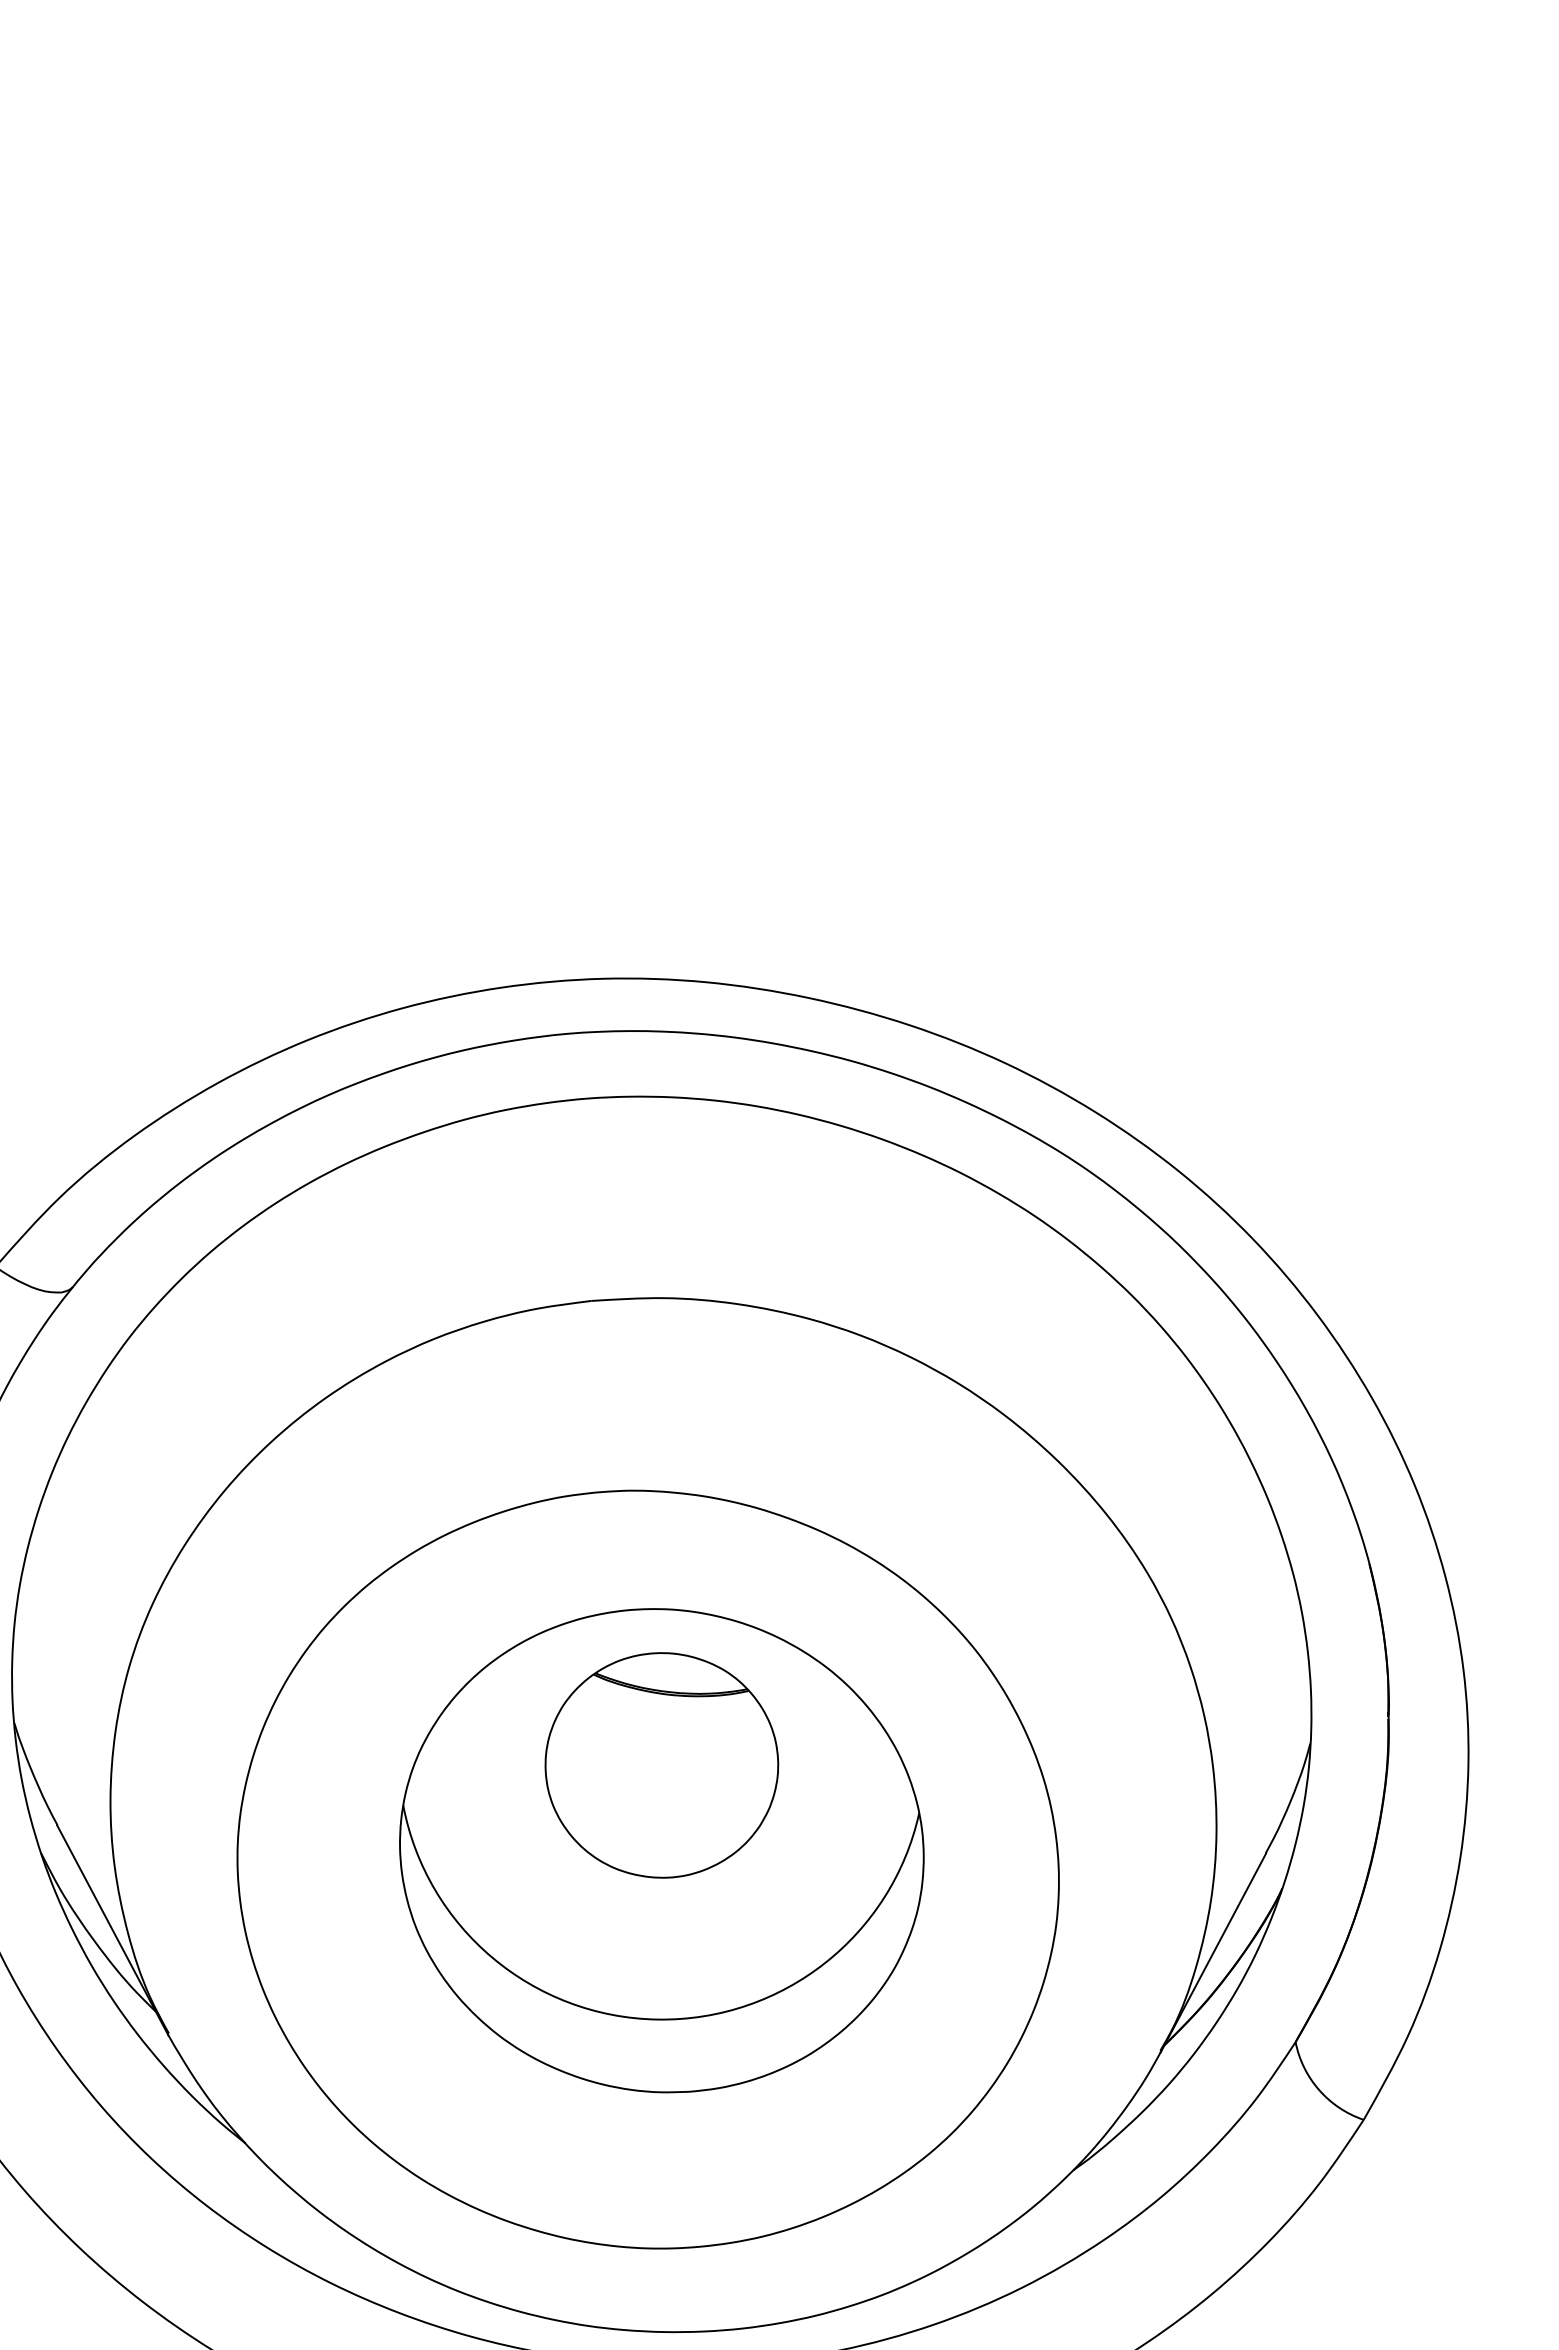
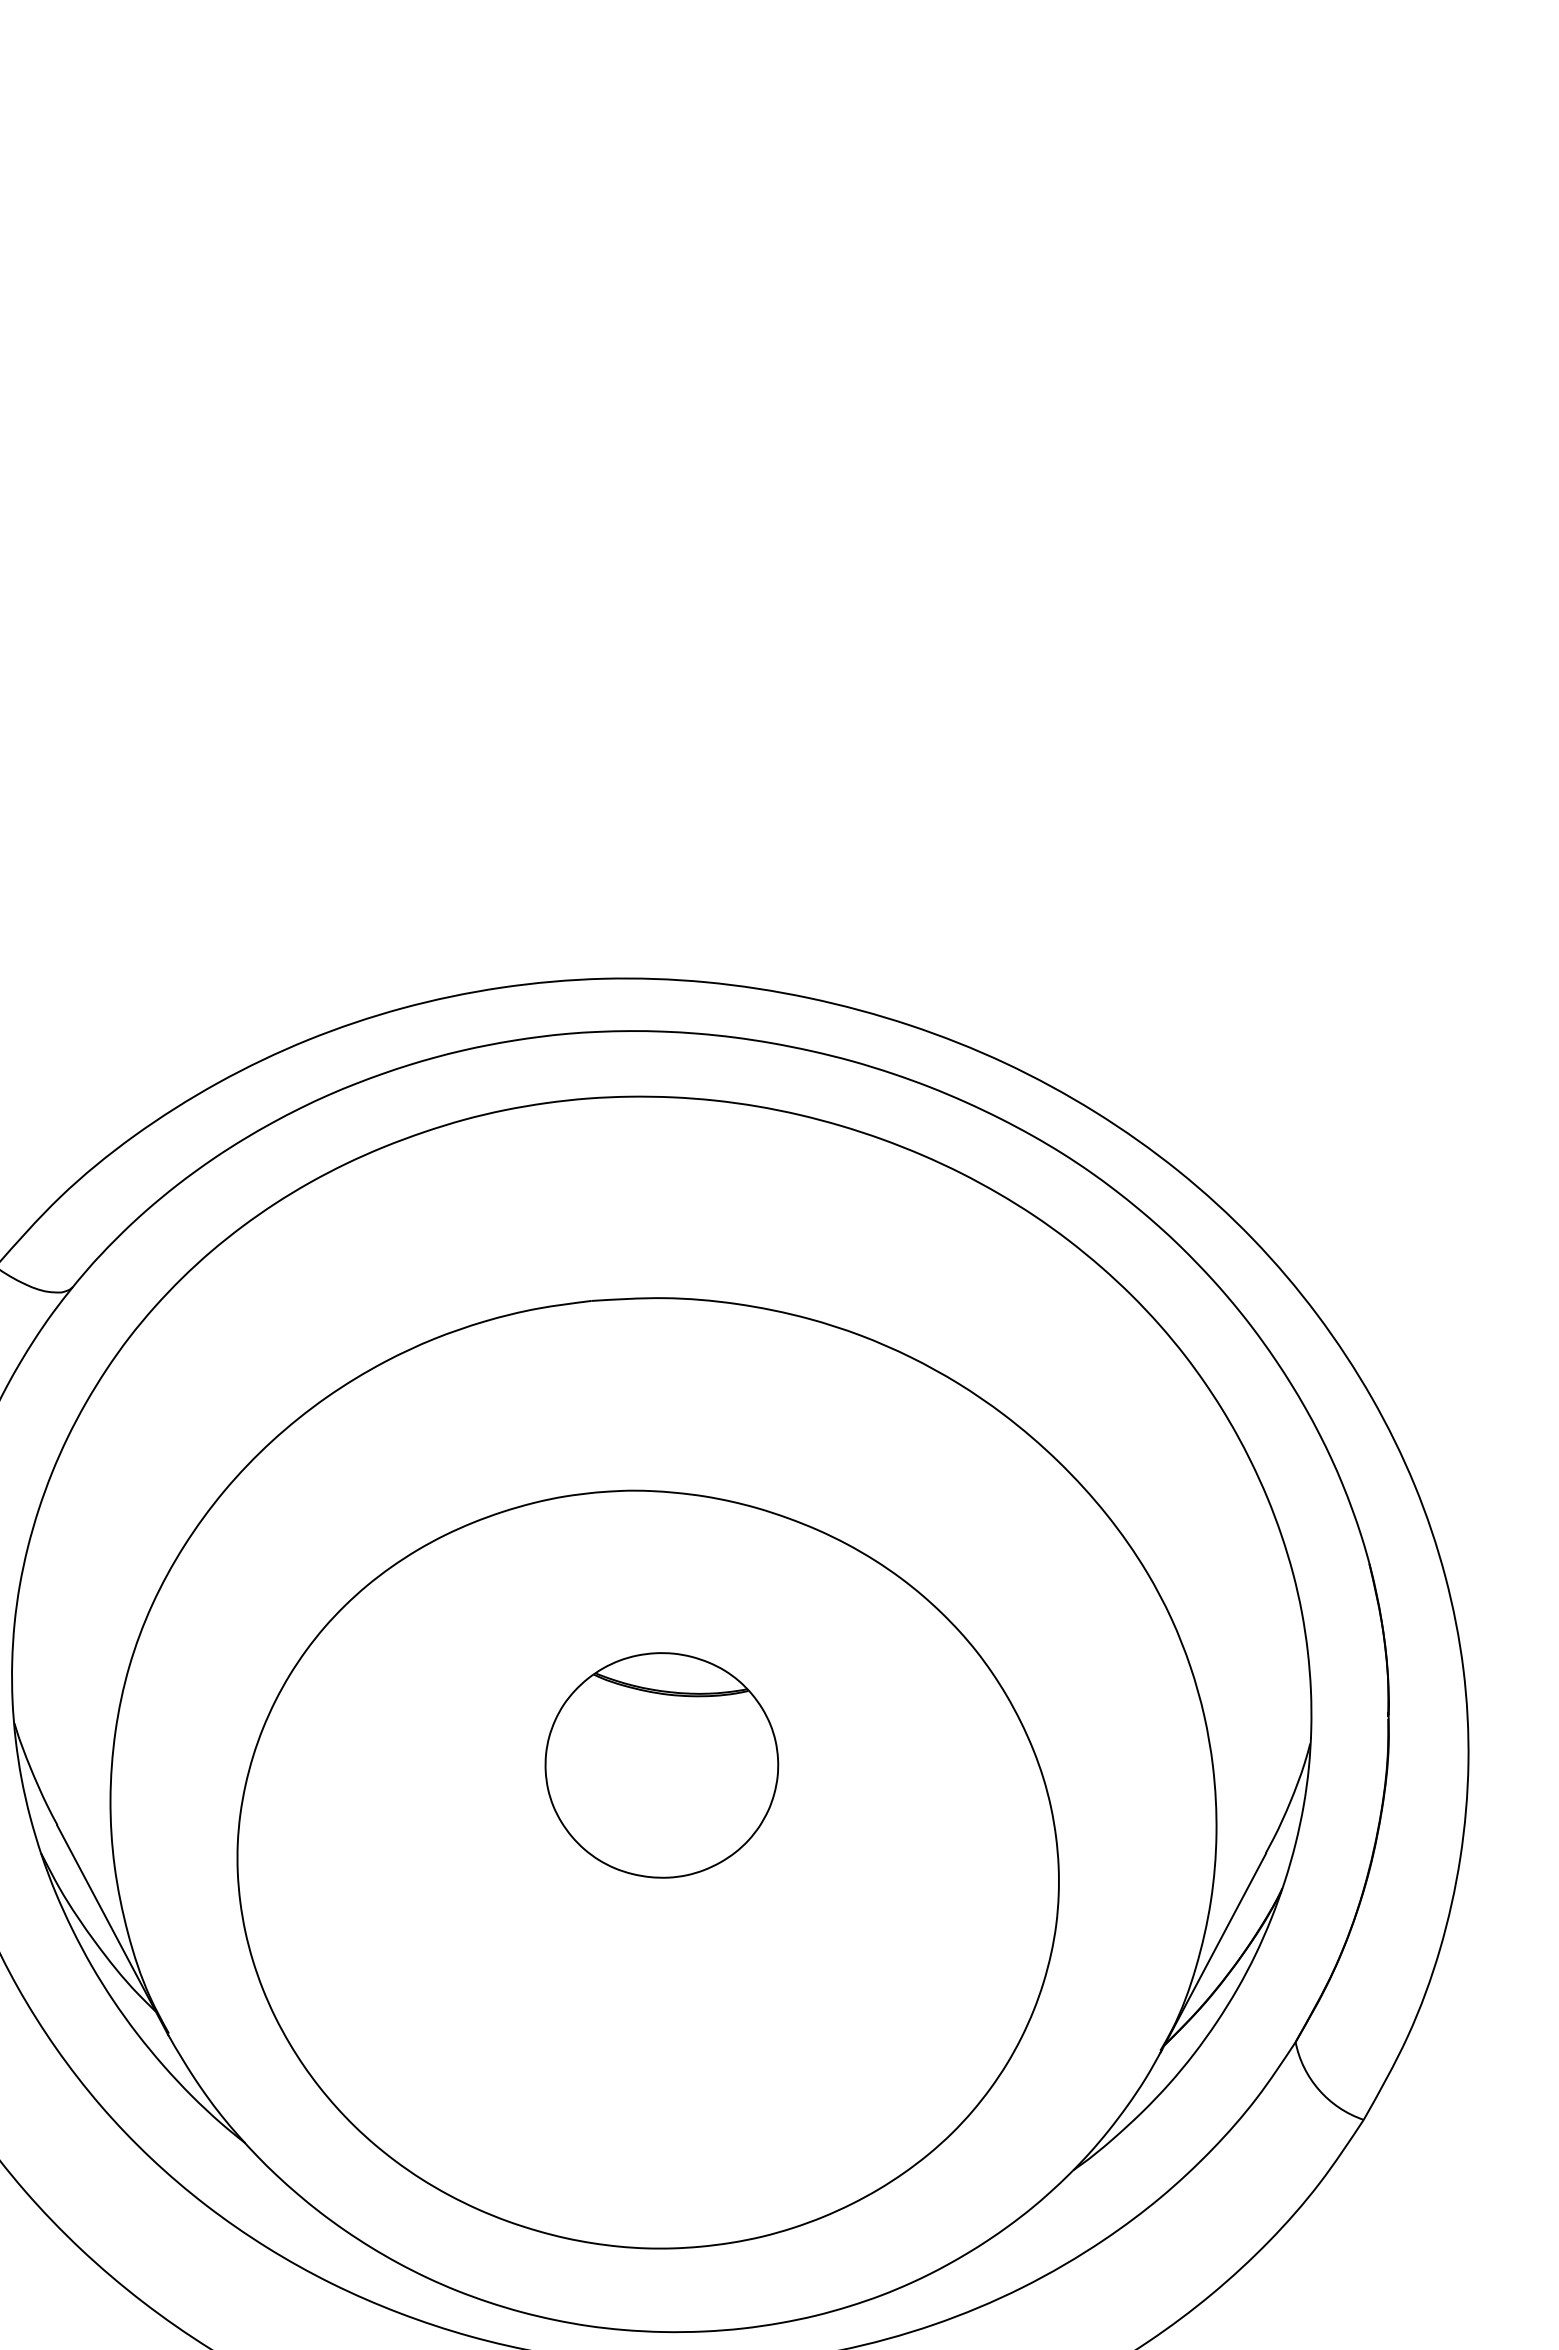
part at (661, 1850): present -> none
